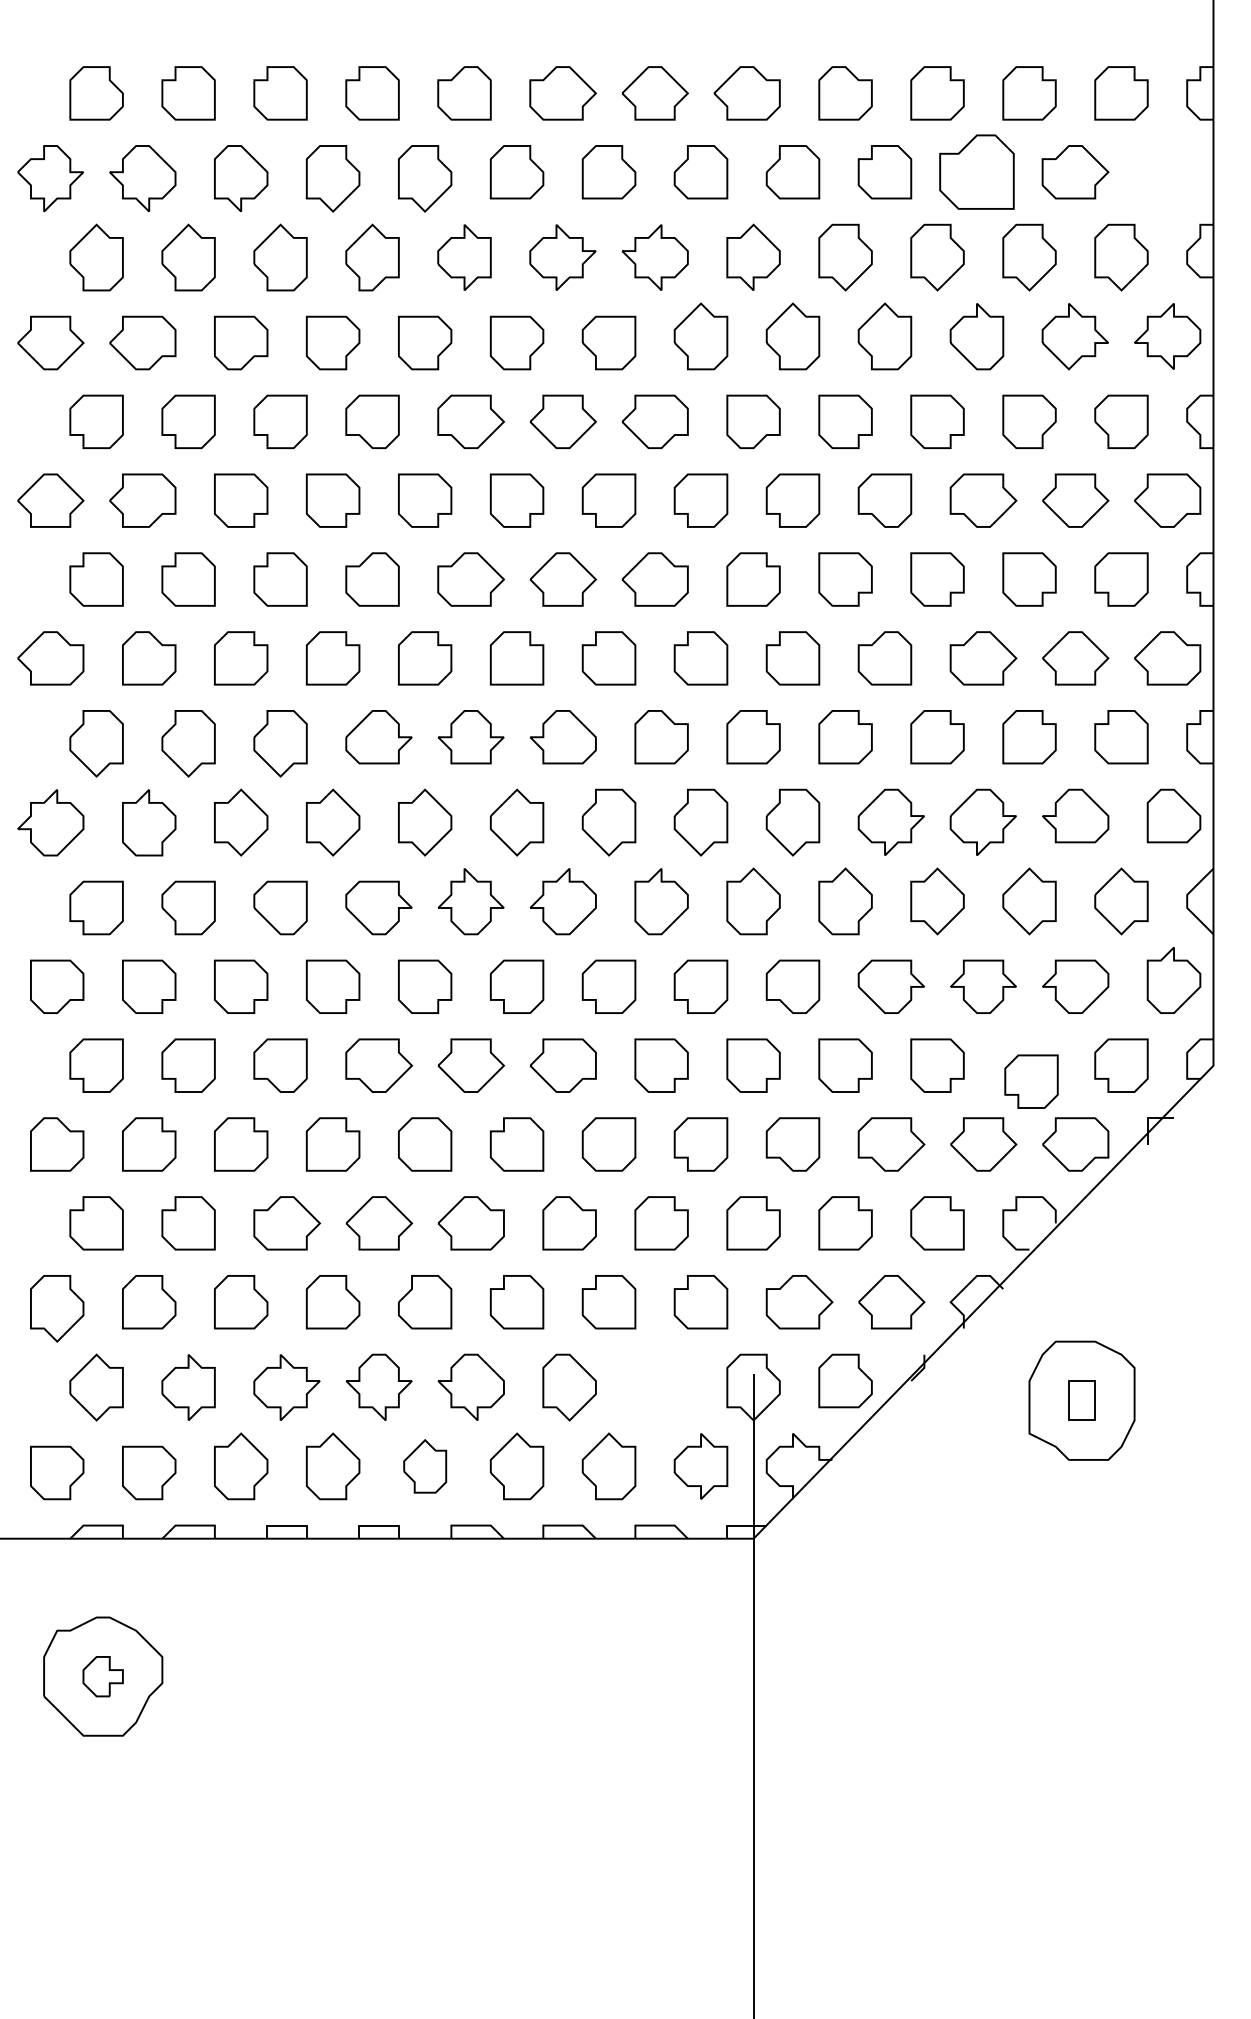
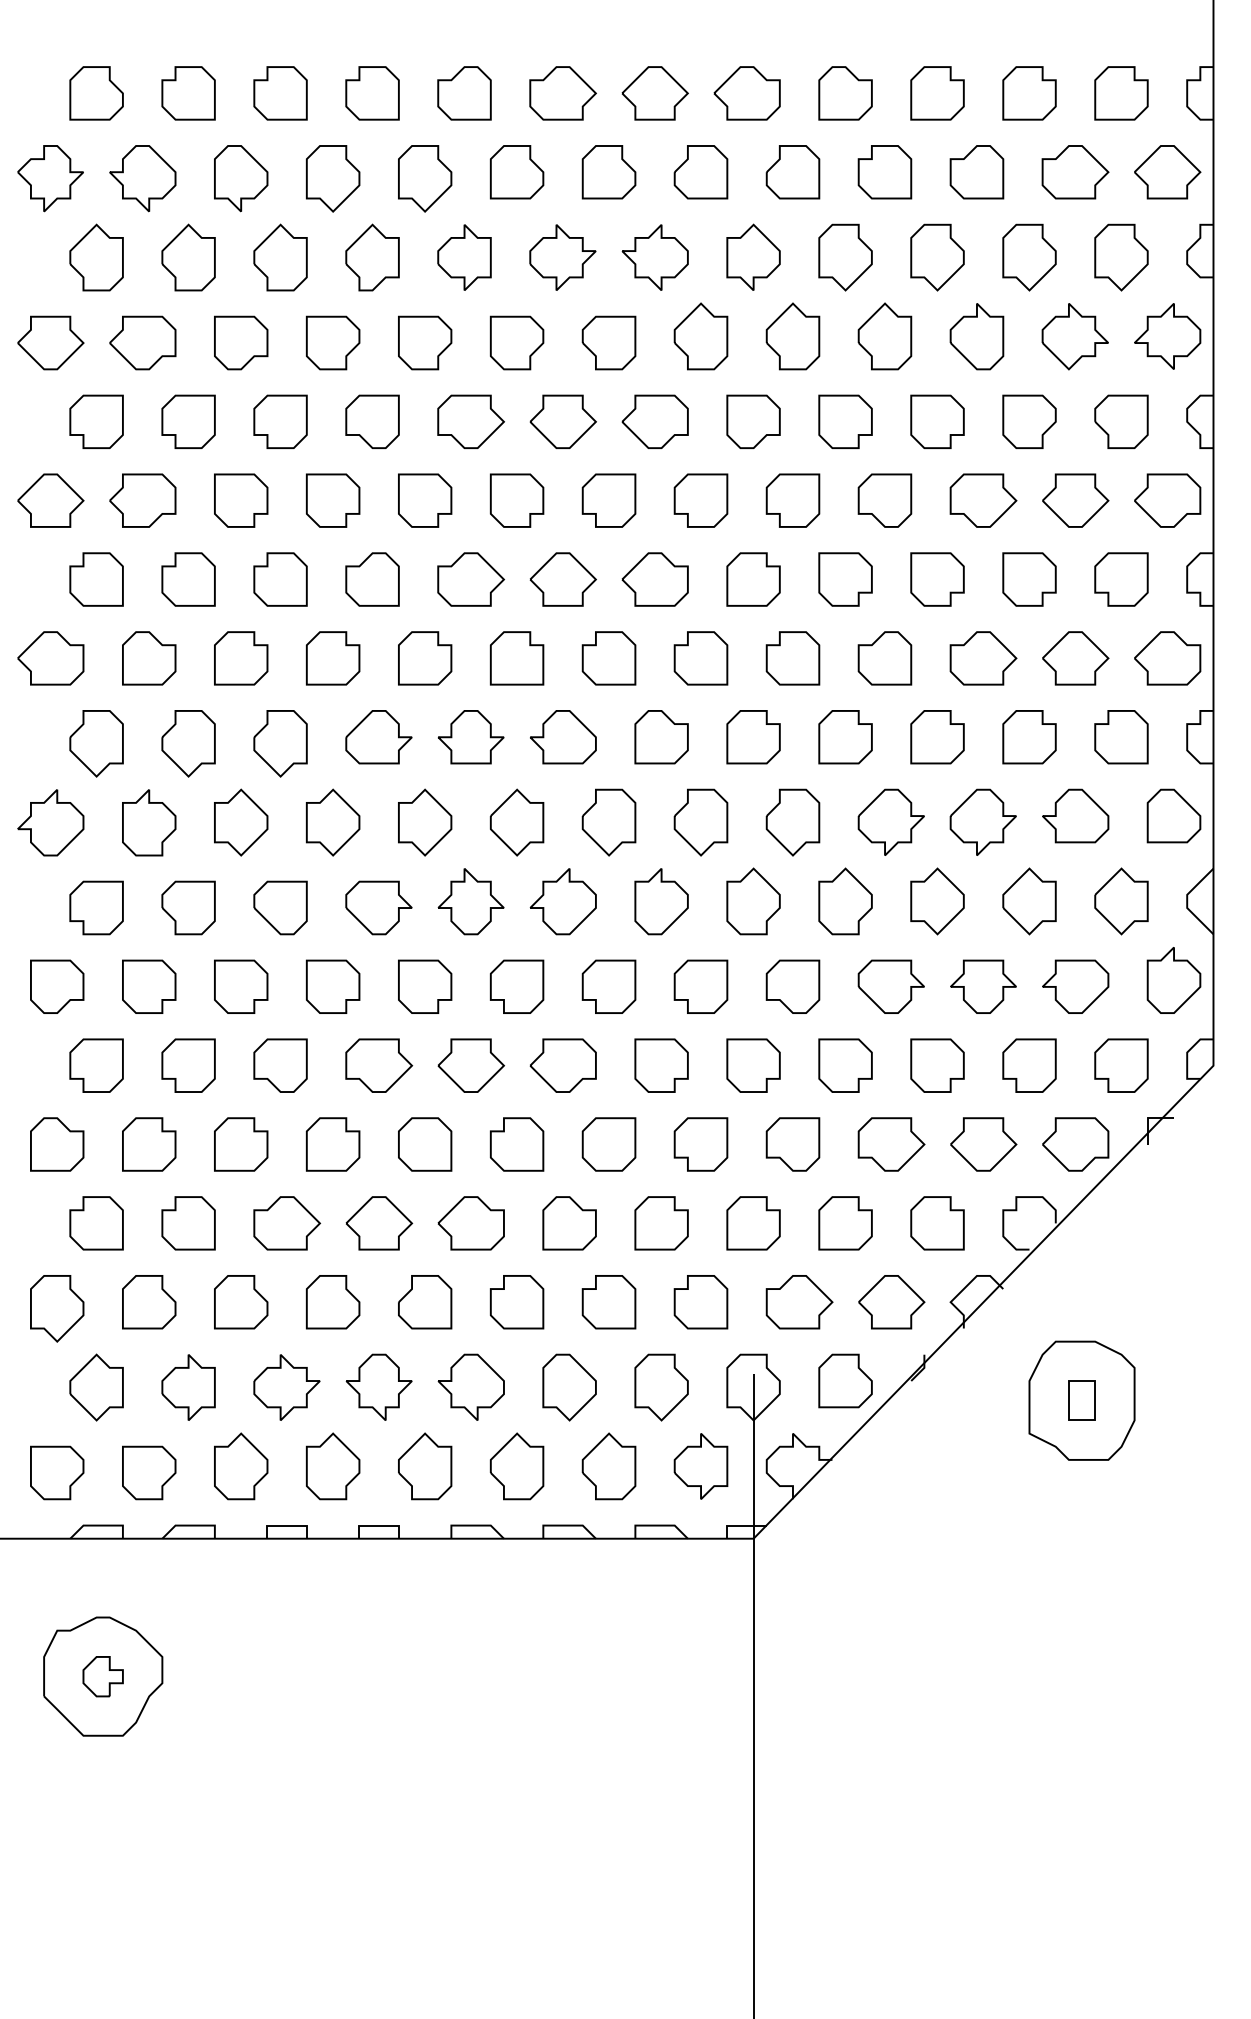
part at (976, 171) size: 76x76 px -> 56x55 px
part at (1167, 172): none -> present
part at (1031, 1081) position: (1031, 1081) -> (1029, 1065)
part at (661, 1387): none -> present
part at (425, 1466) size: 45x55 px -> 55x69 px
